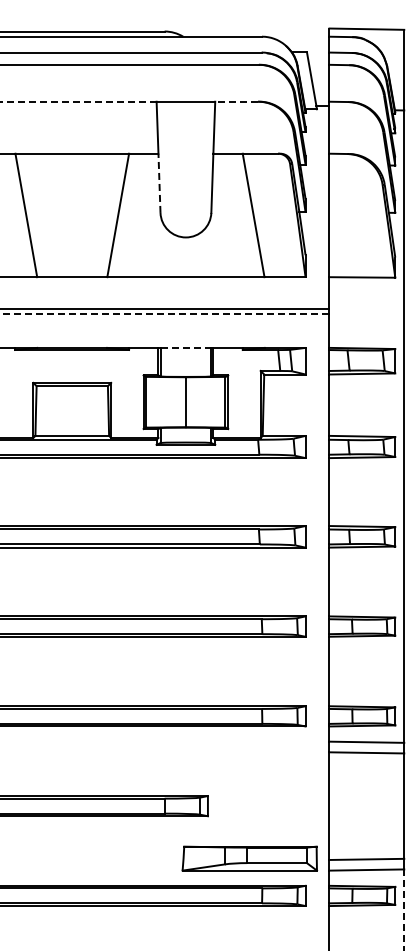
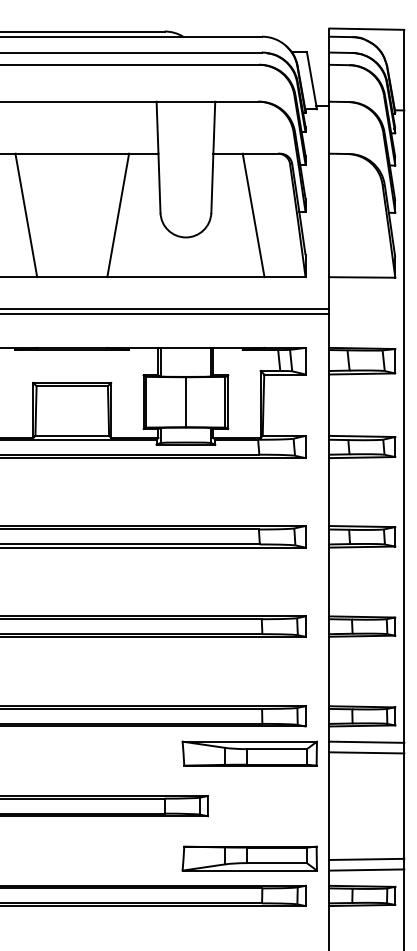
line at (78, 101): dashed -> solid
line at (236, 101): dashed -> solid
line at (159, 183): dashed -> solid
line at (164, 313): dashed -> solid
line at (186, 347): dashed -> solid
part at (249, 753): none -> present
line at (404, 910): dashed -> solid
